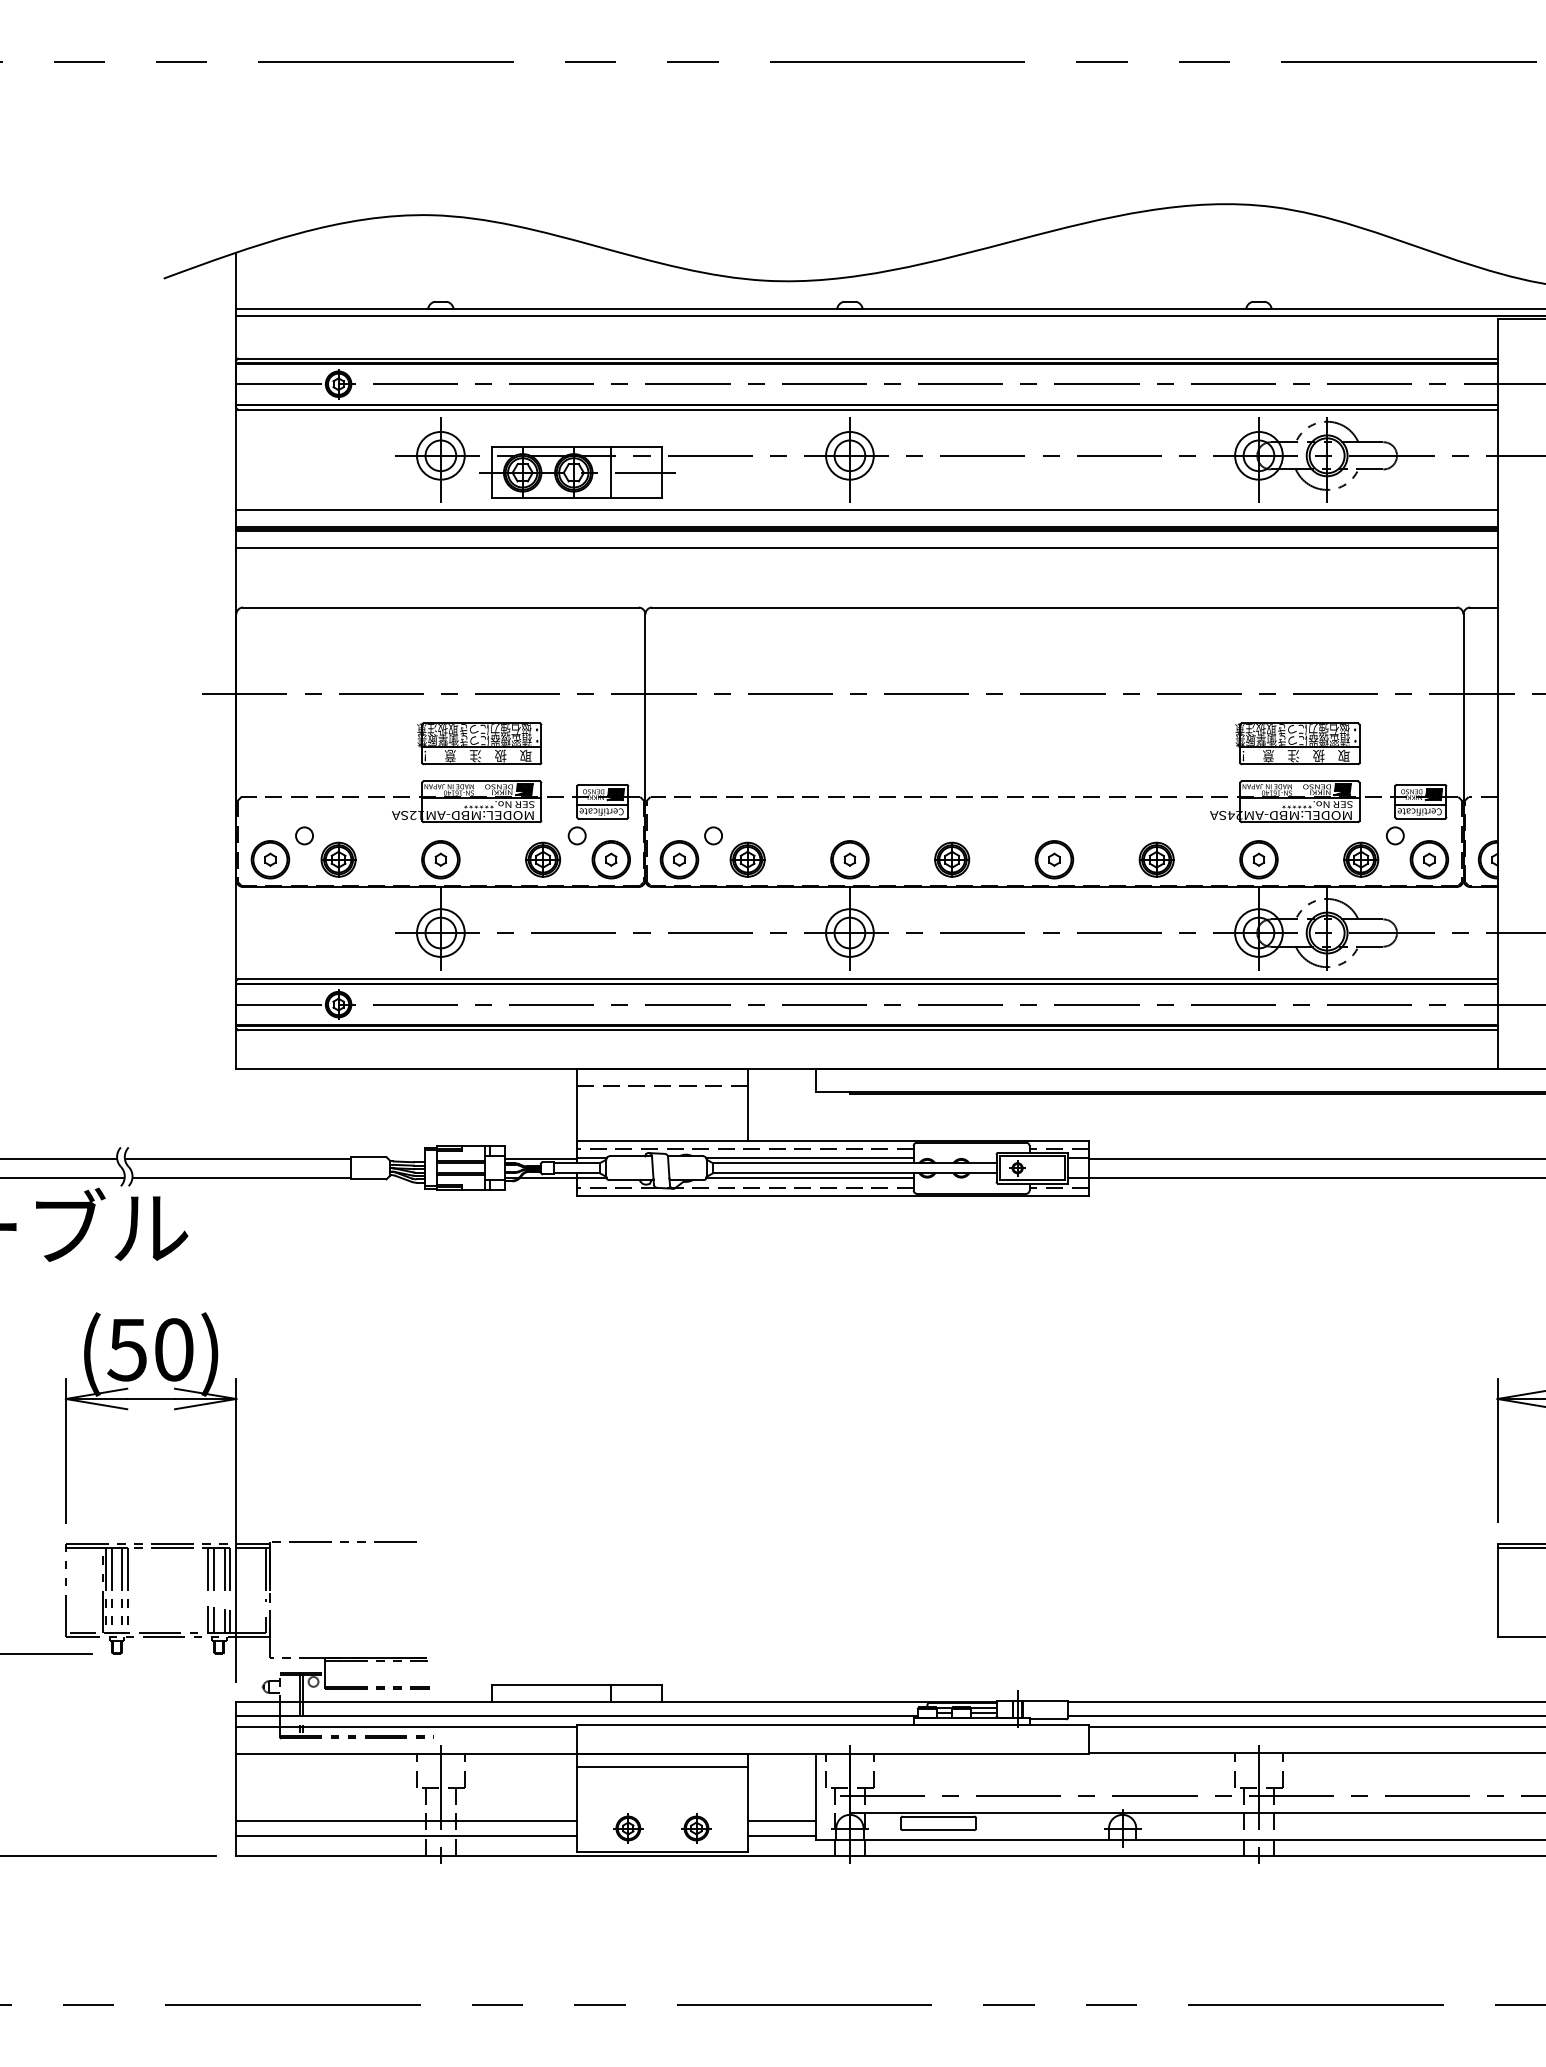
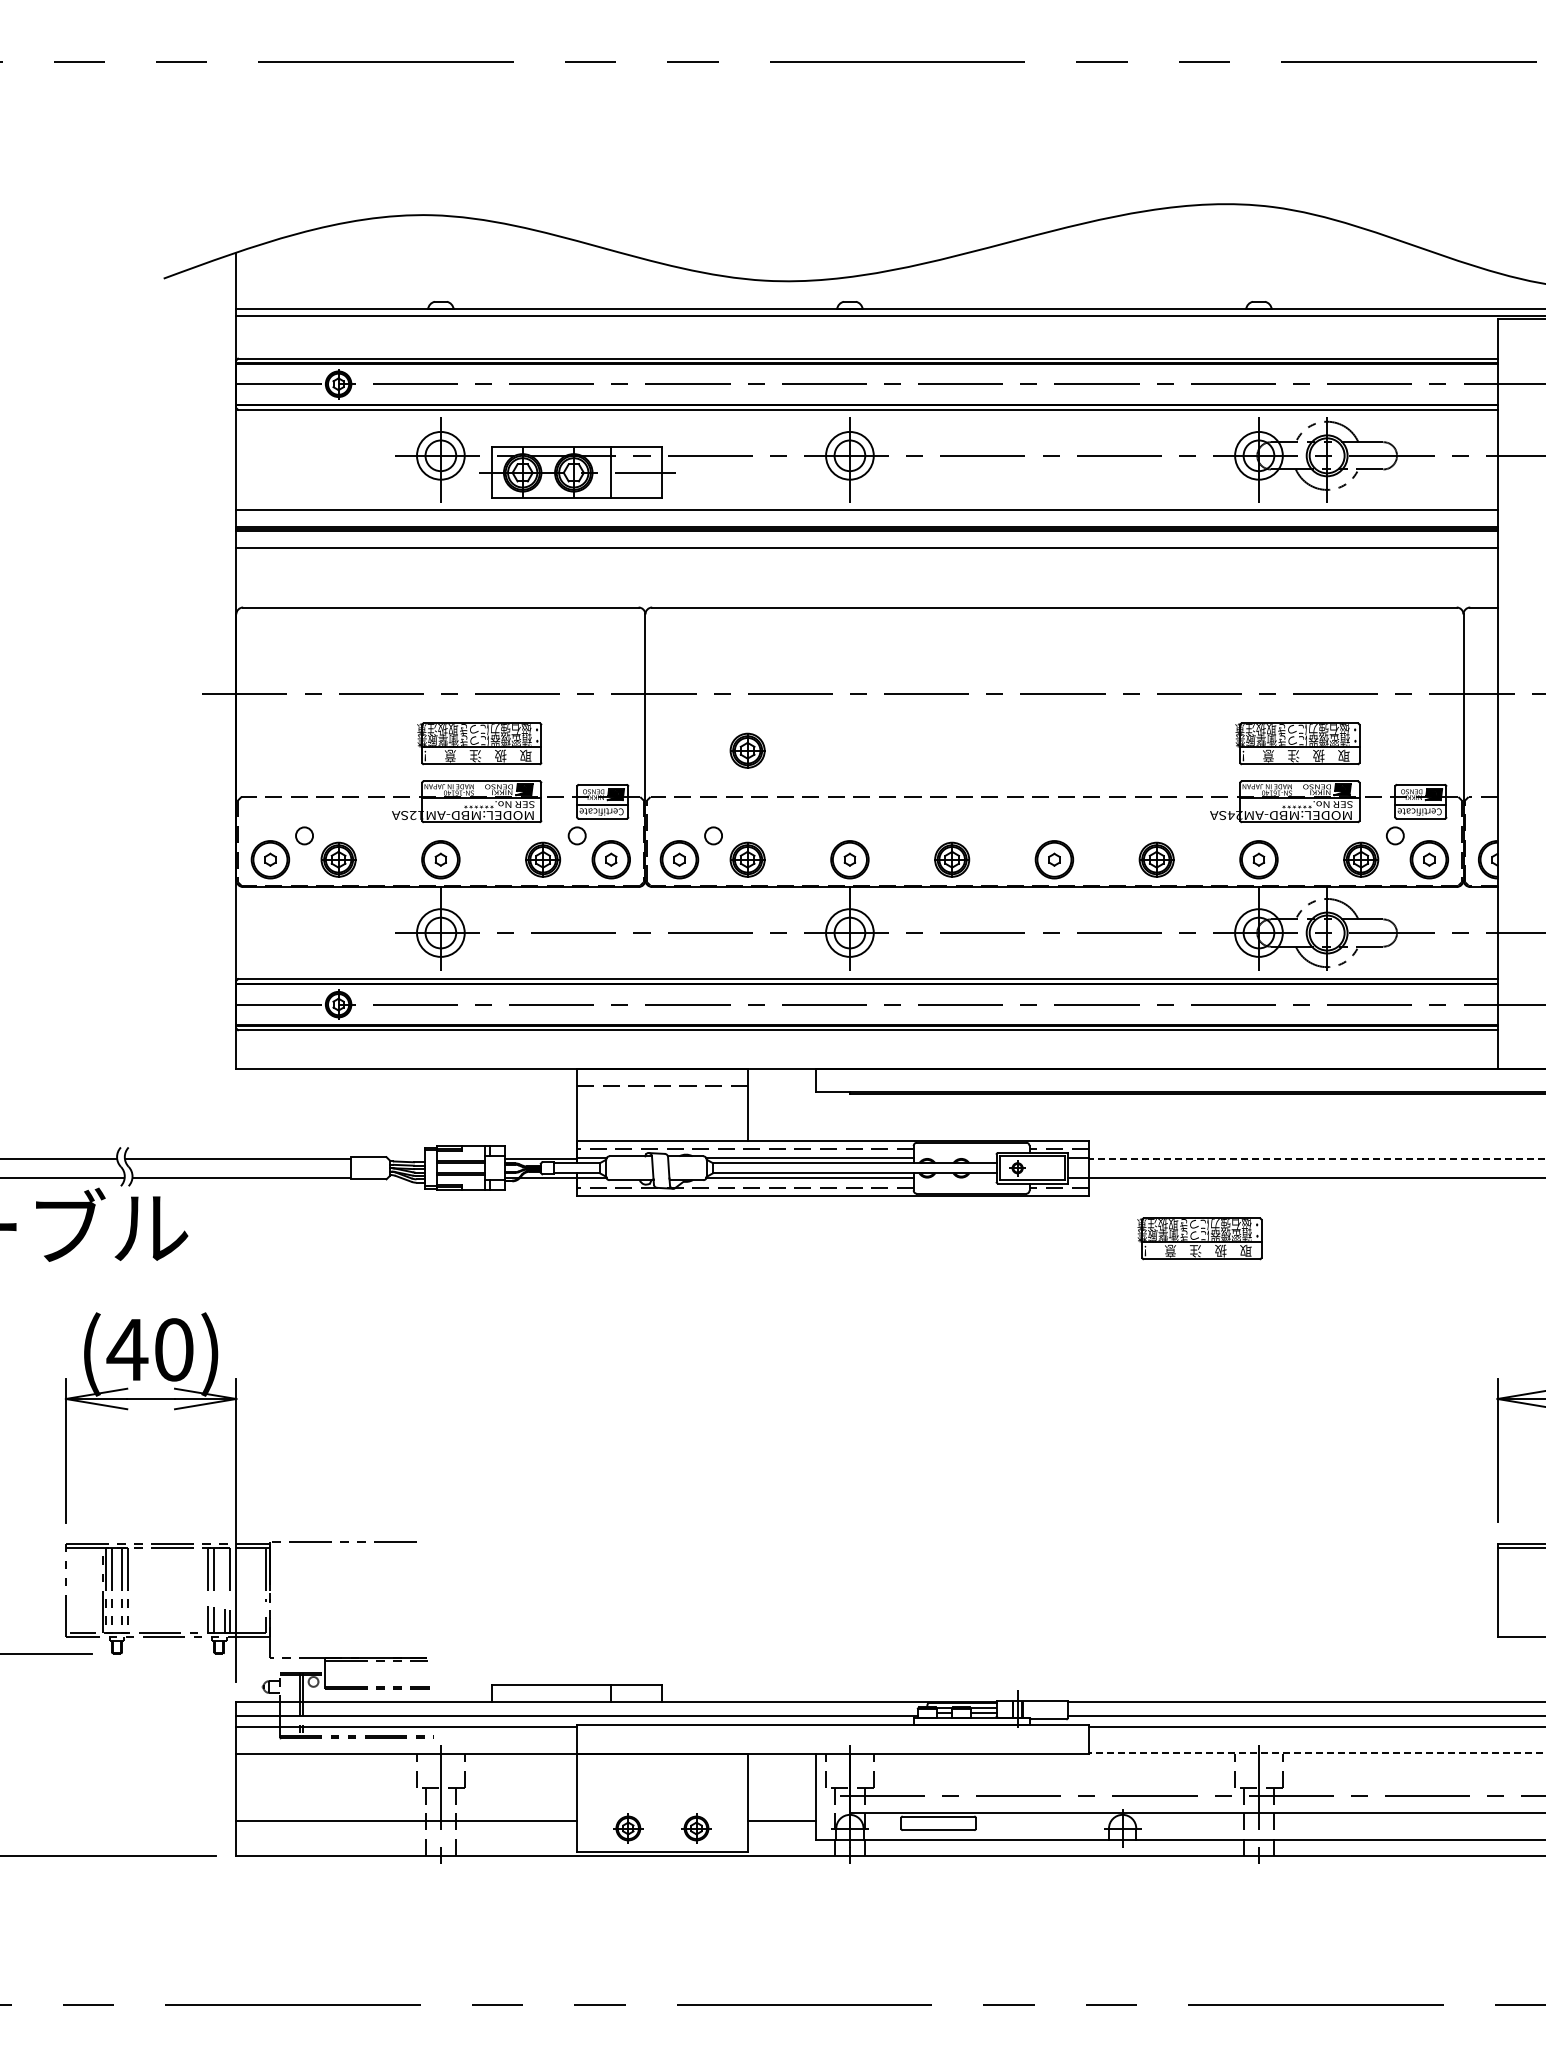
part at (747, 750): none -> present
line at (1316, 1158): solid -> dashed
part at (1199, 1238): none -> present
text at (127, 1350): (50) -> (40)
line at (224, 1570): present -> none
line at (1316, 1753): solid -> dashed
line at (662, 1767): present -> none
line at (406, 1836): present -> none
line at (781, 1836): present -> none
